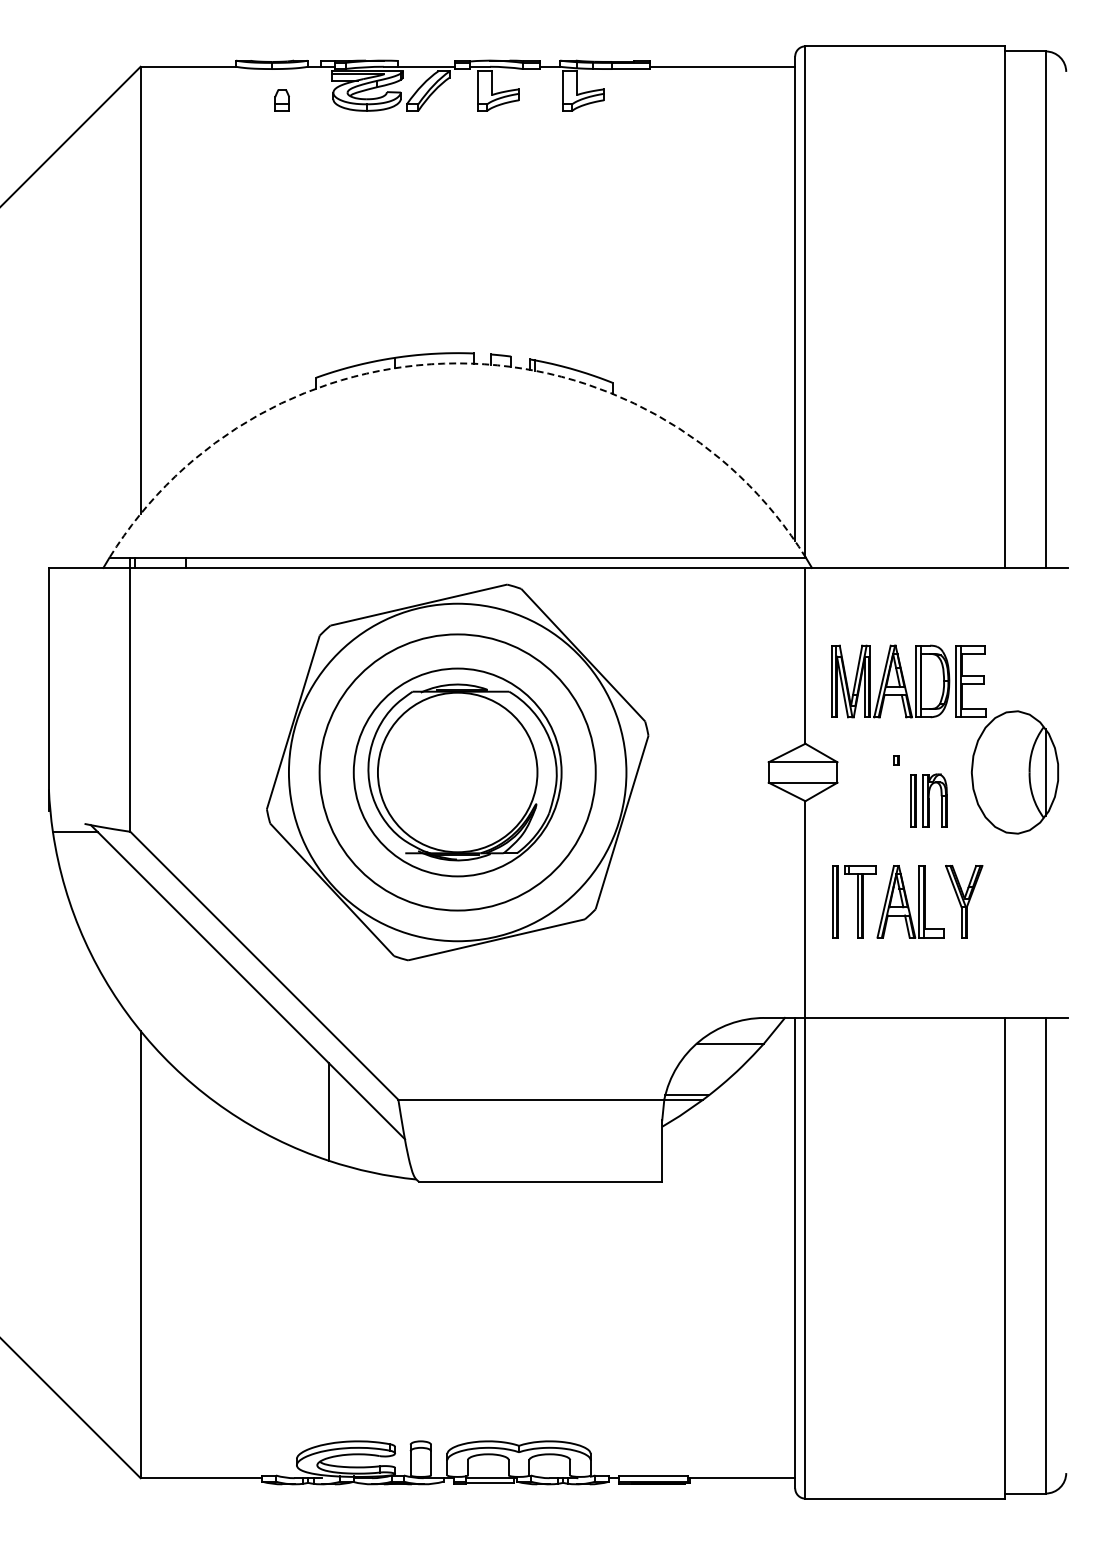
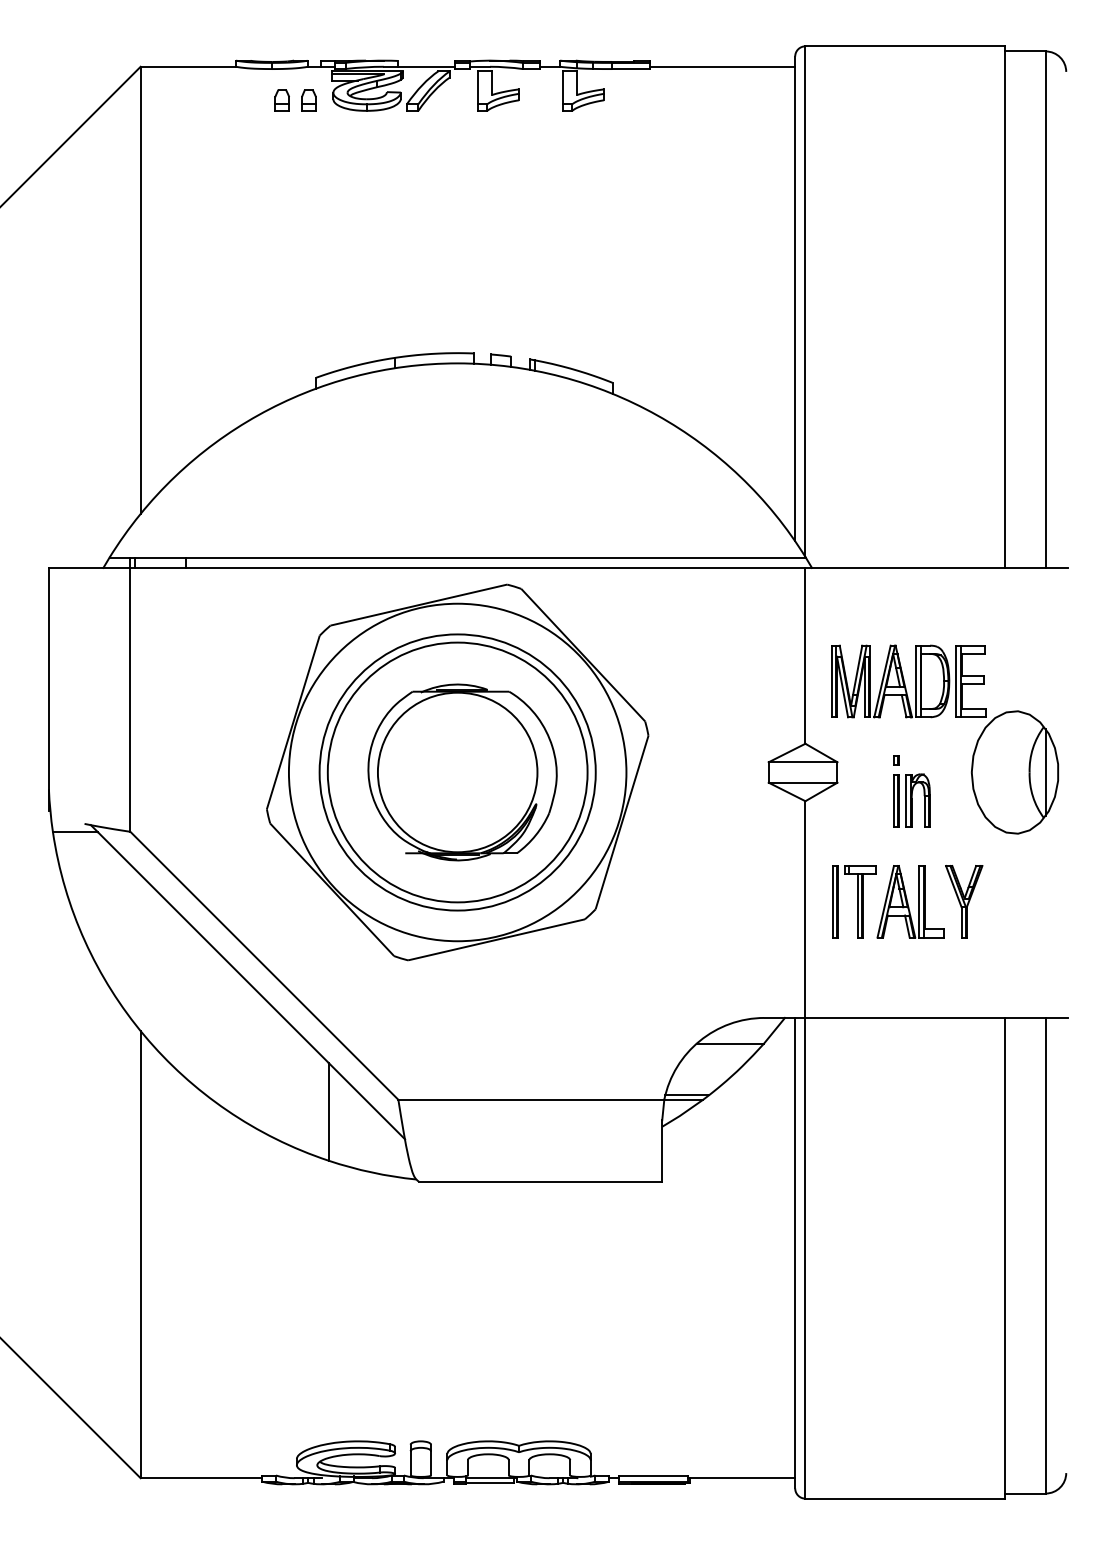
part at (308, 100): none -> present
arc at (457, 363): dashed -> solid
circle at (457, 772) diameter: 208 px -> 260 px
part at (928, 800) position: (928, 800) -> (911, 800)
